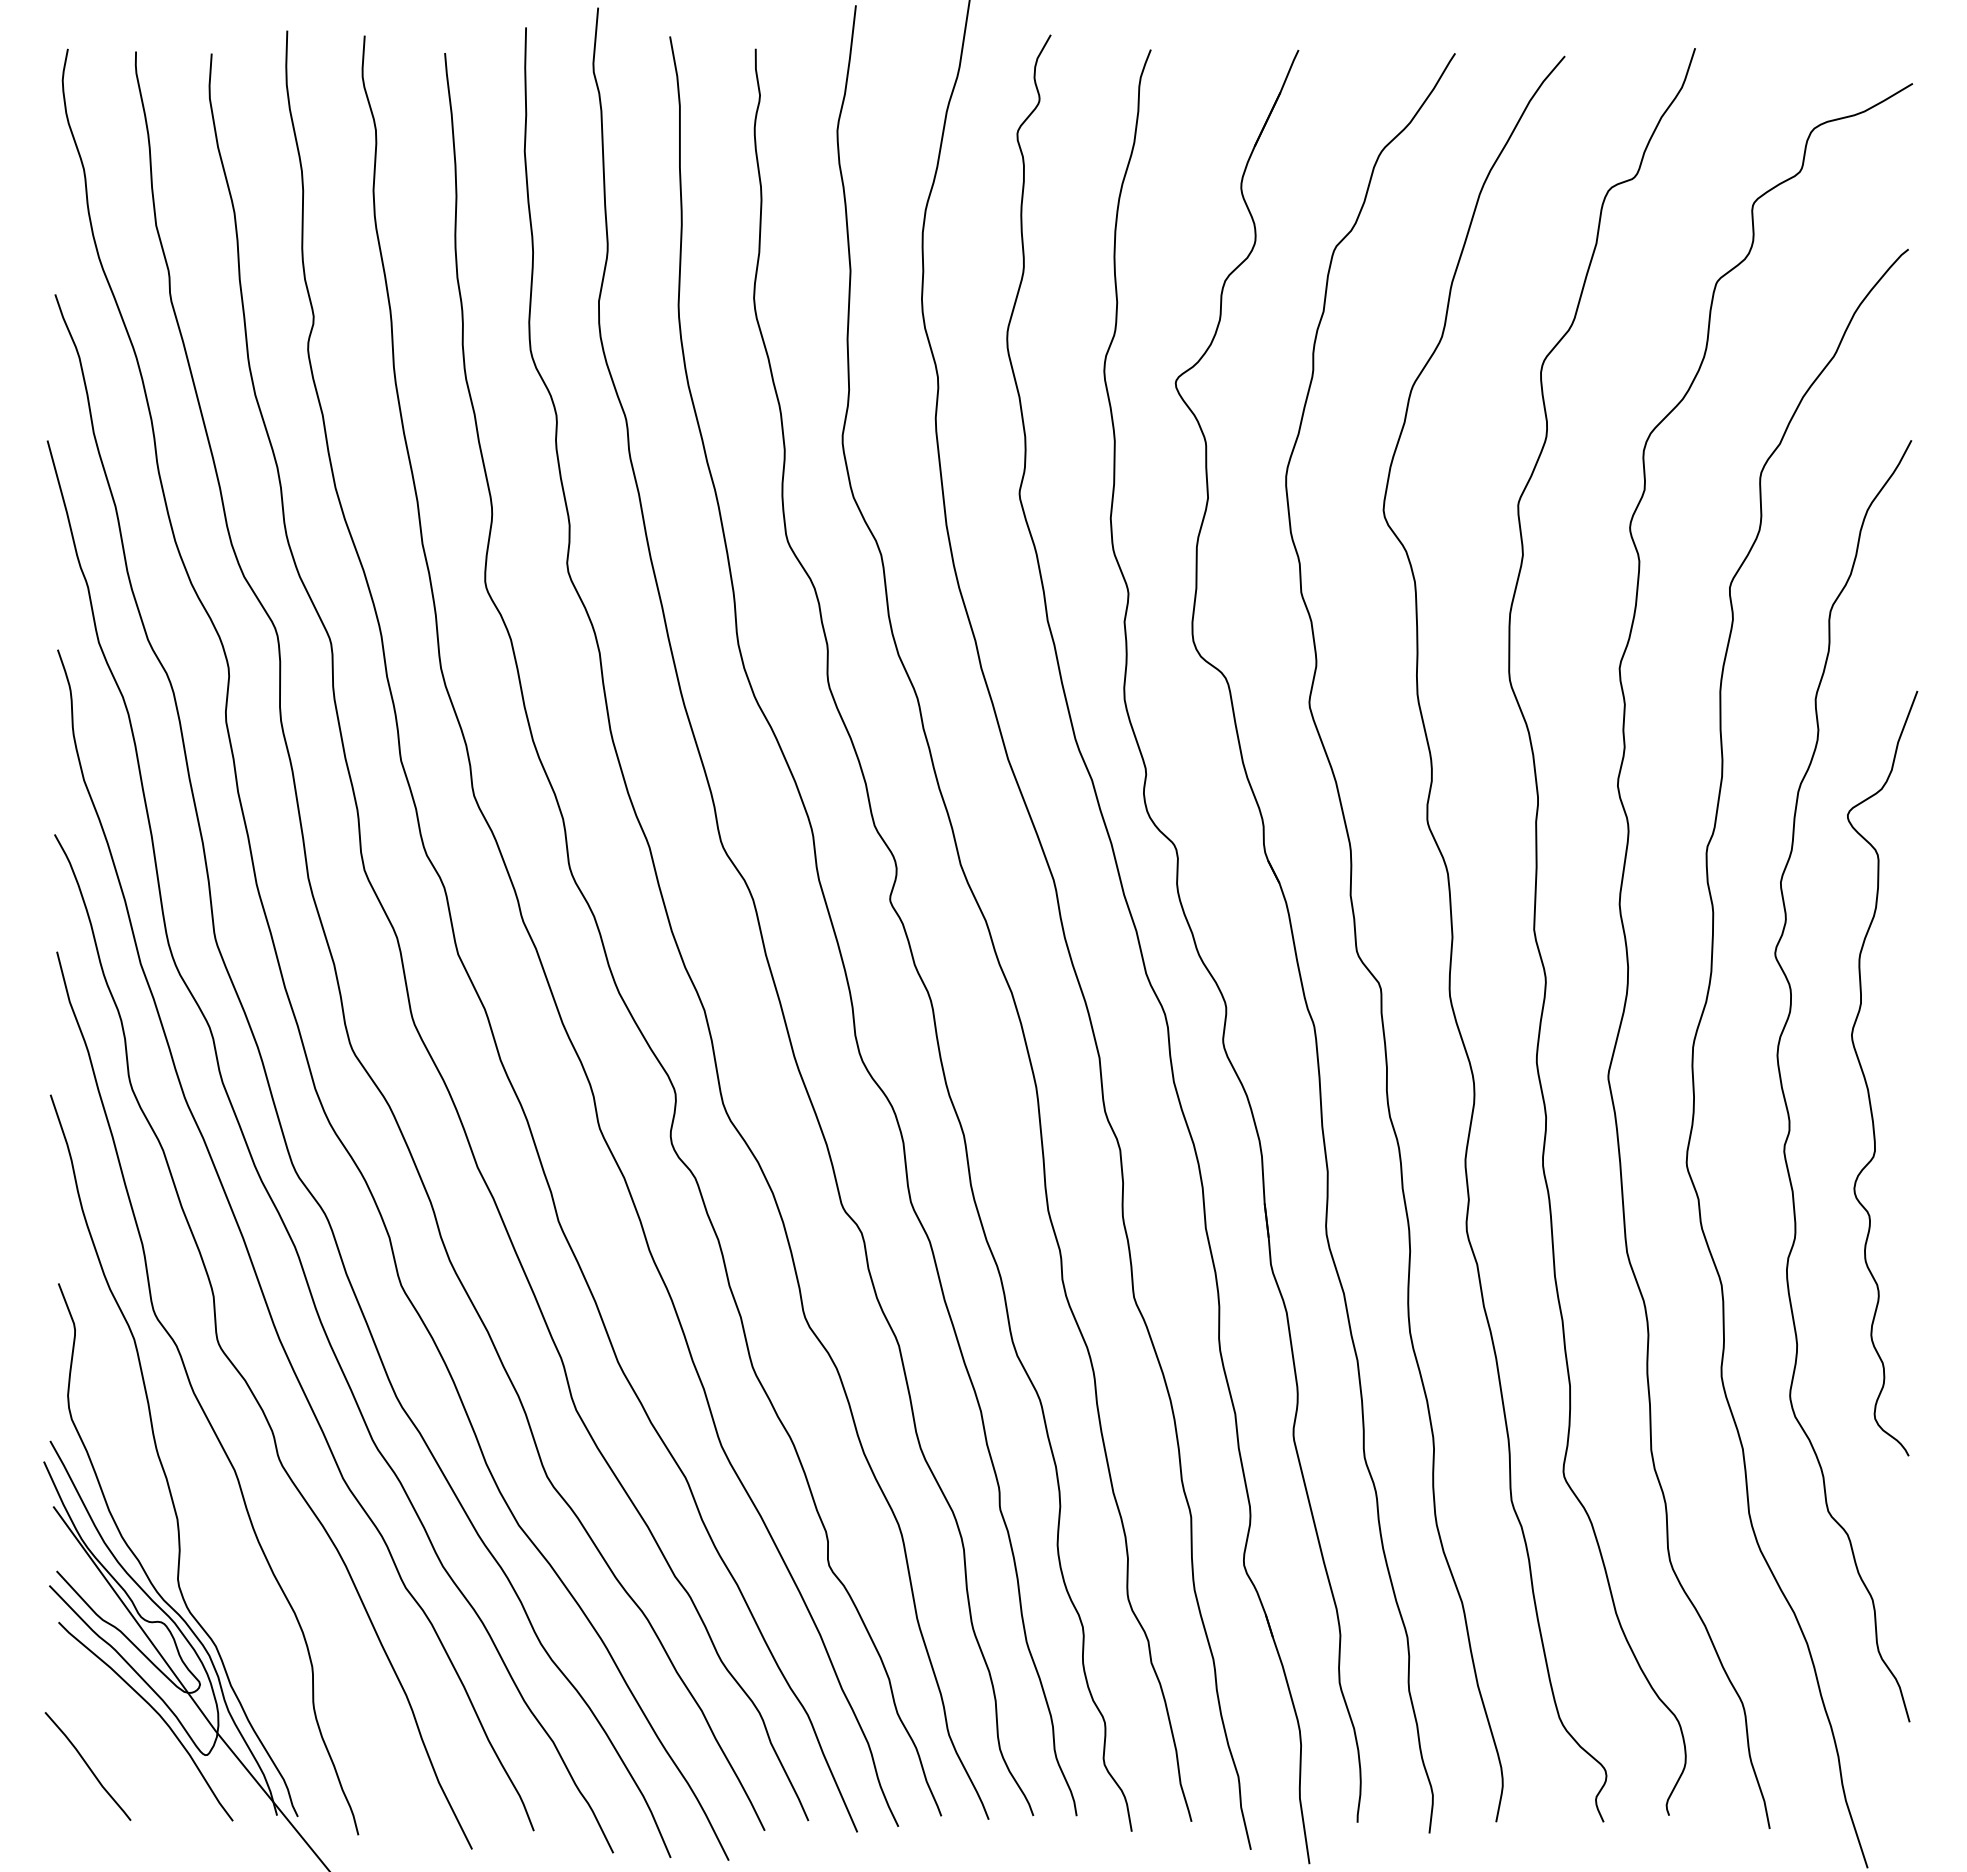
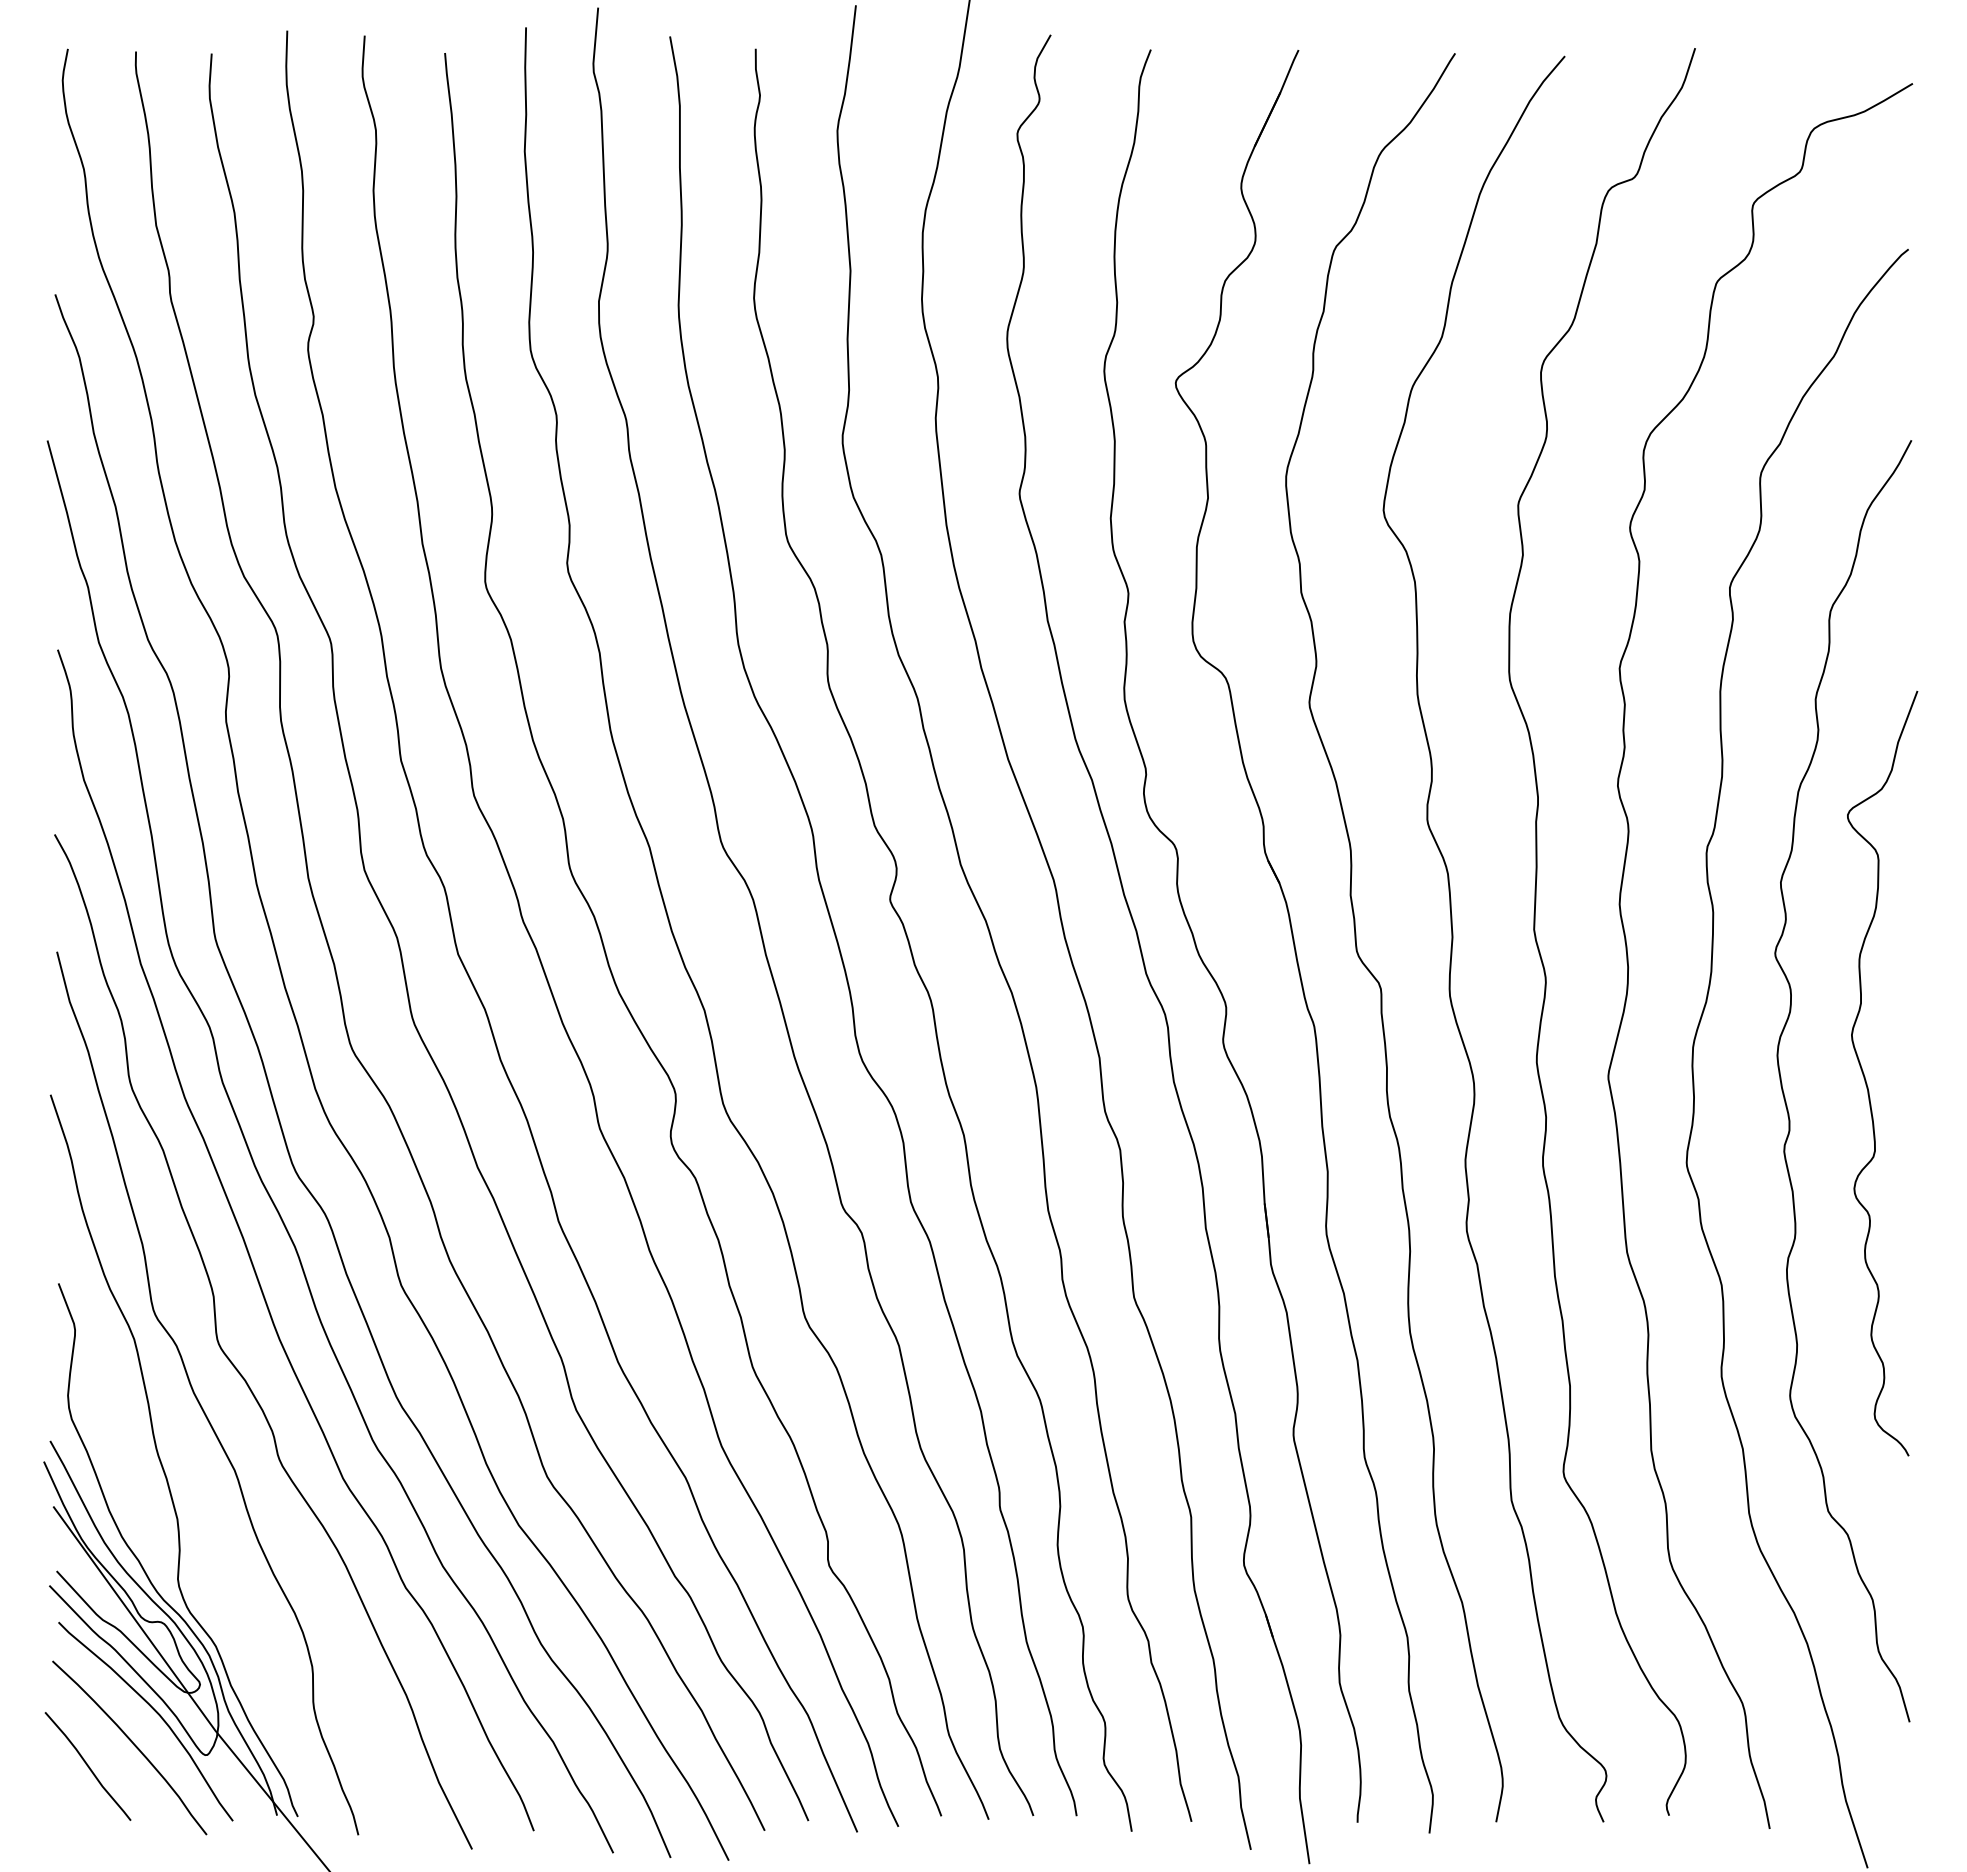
curve at (133, 1745): none -> present
